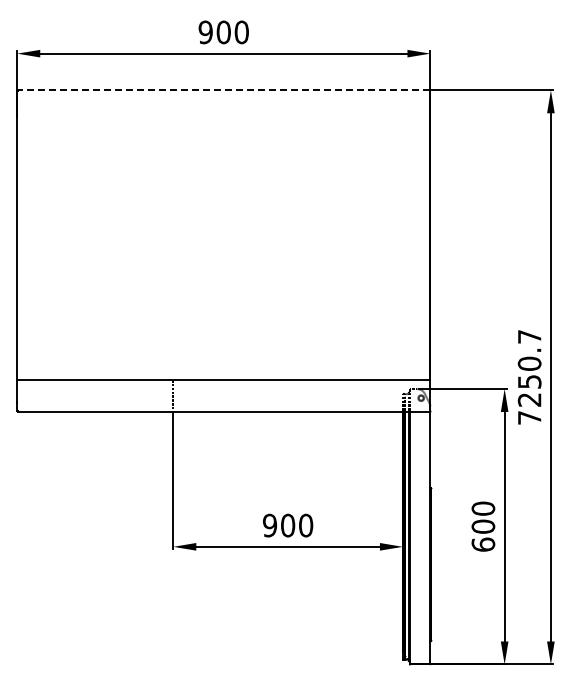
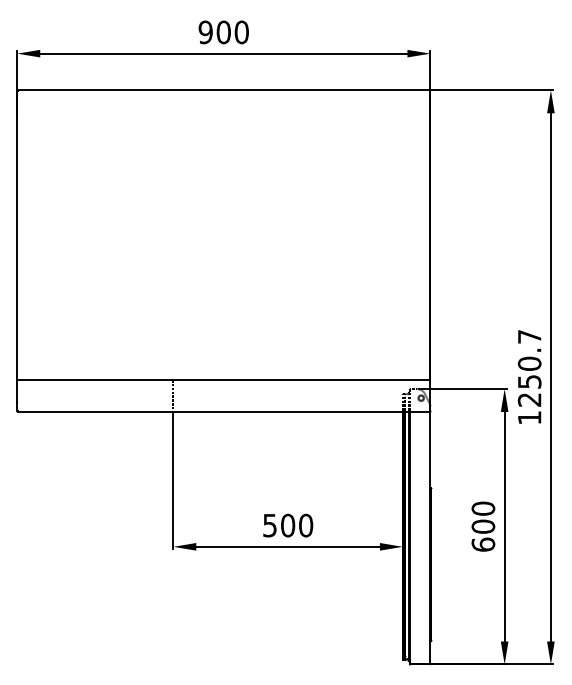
line at (223, 90): dashed -> solid
text at (529, 417): 7250.7 -> 1250.7
text at (270, 525): 900 -> 500
